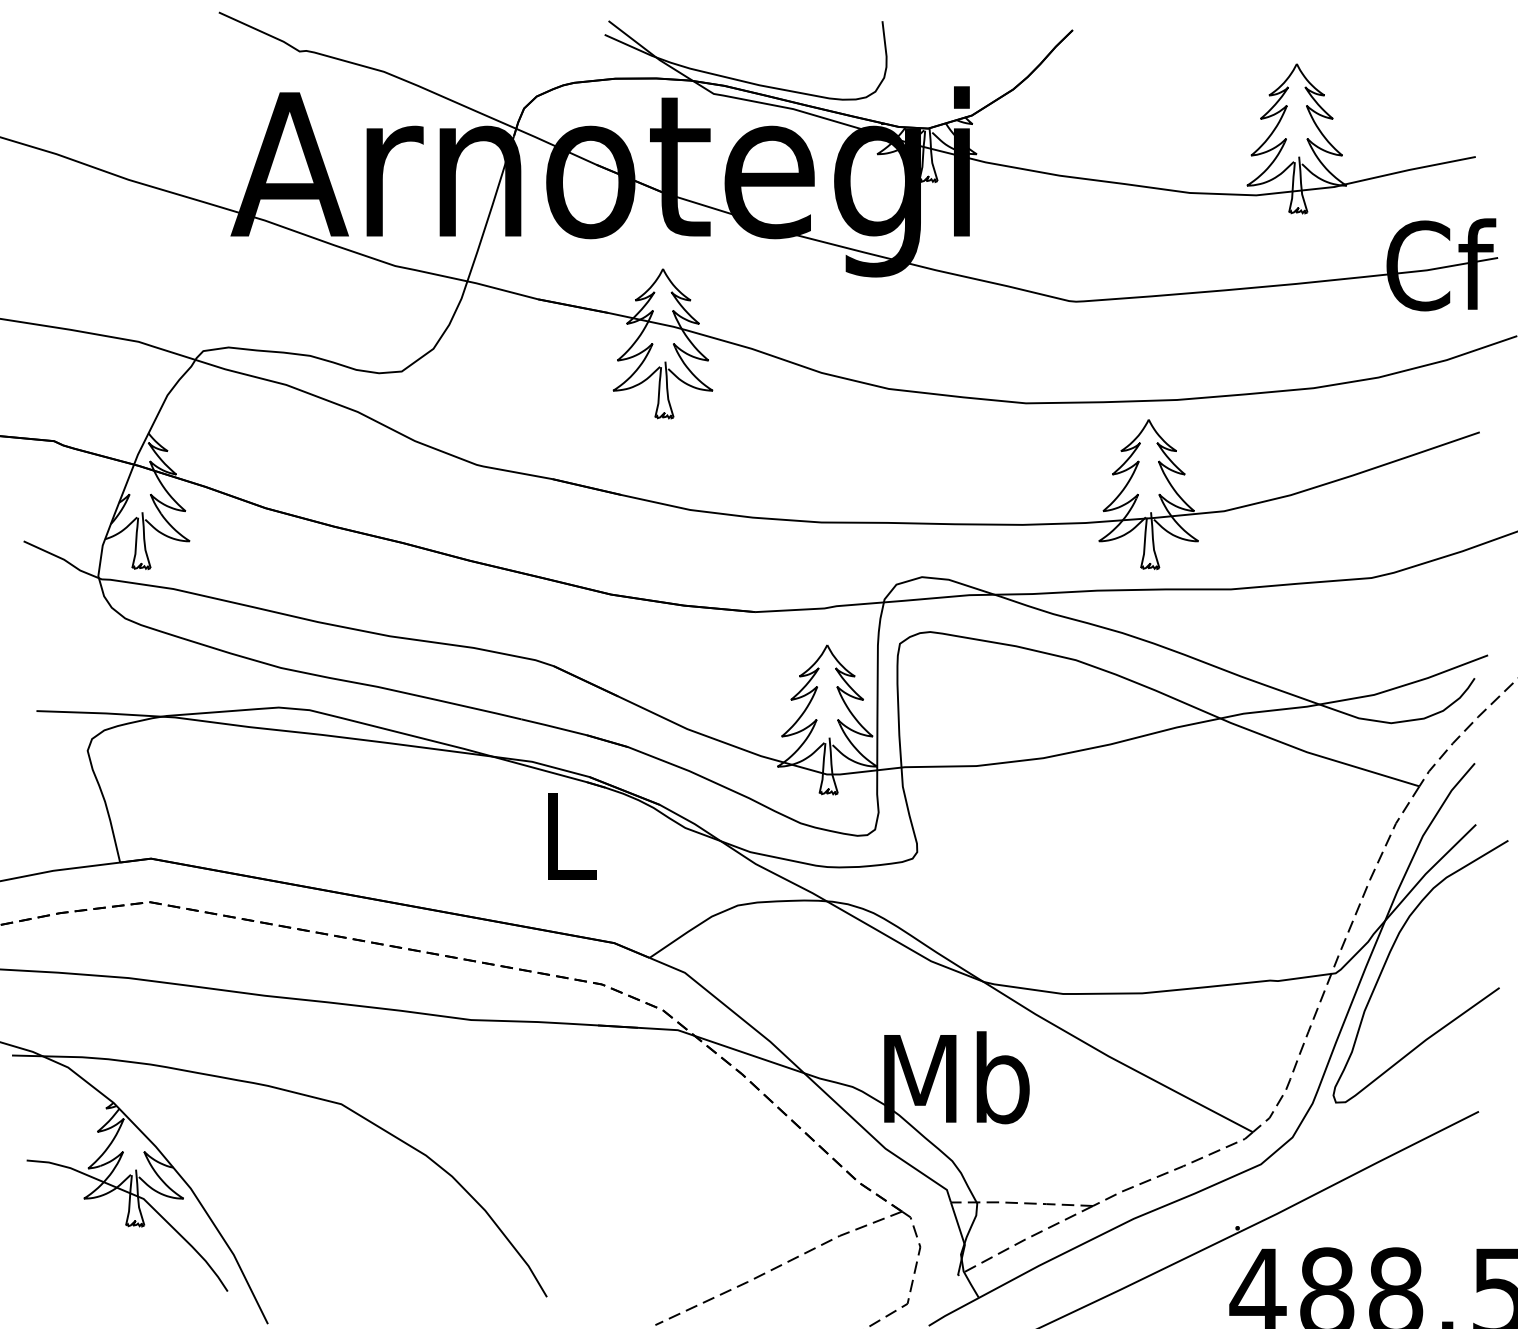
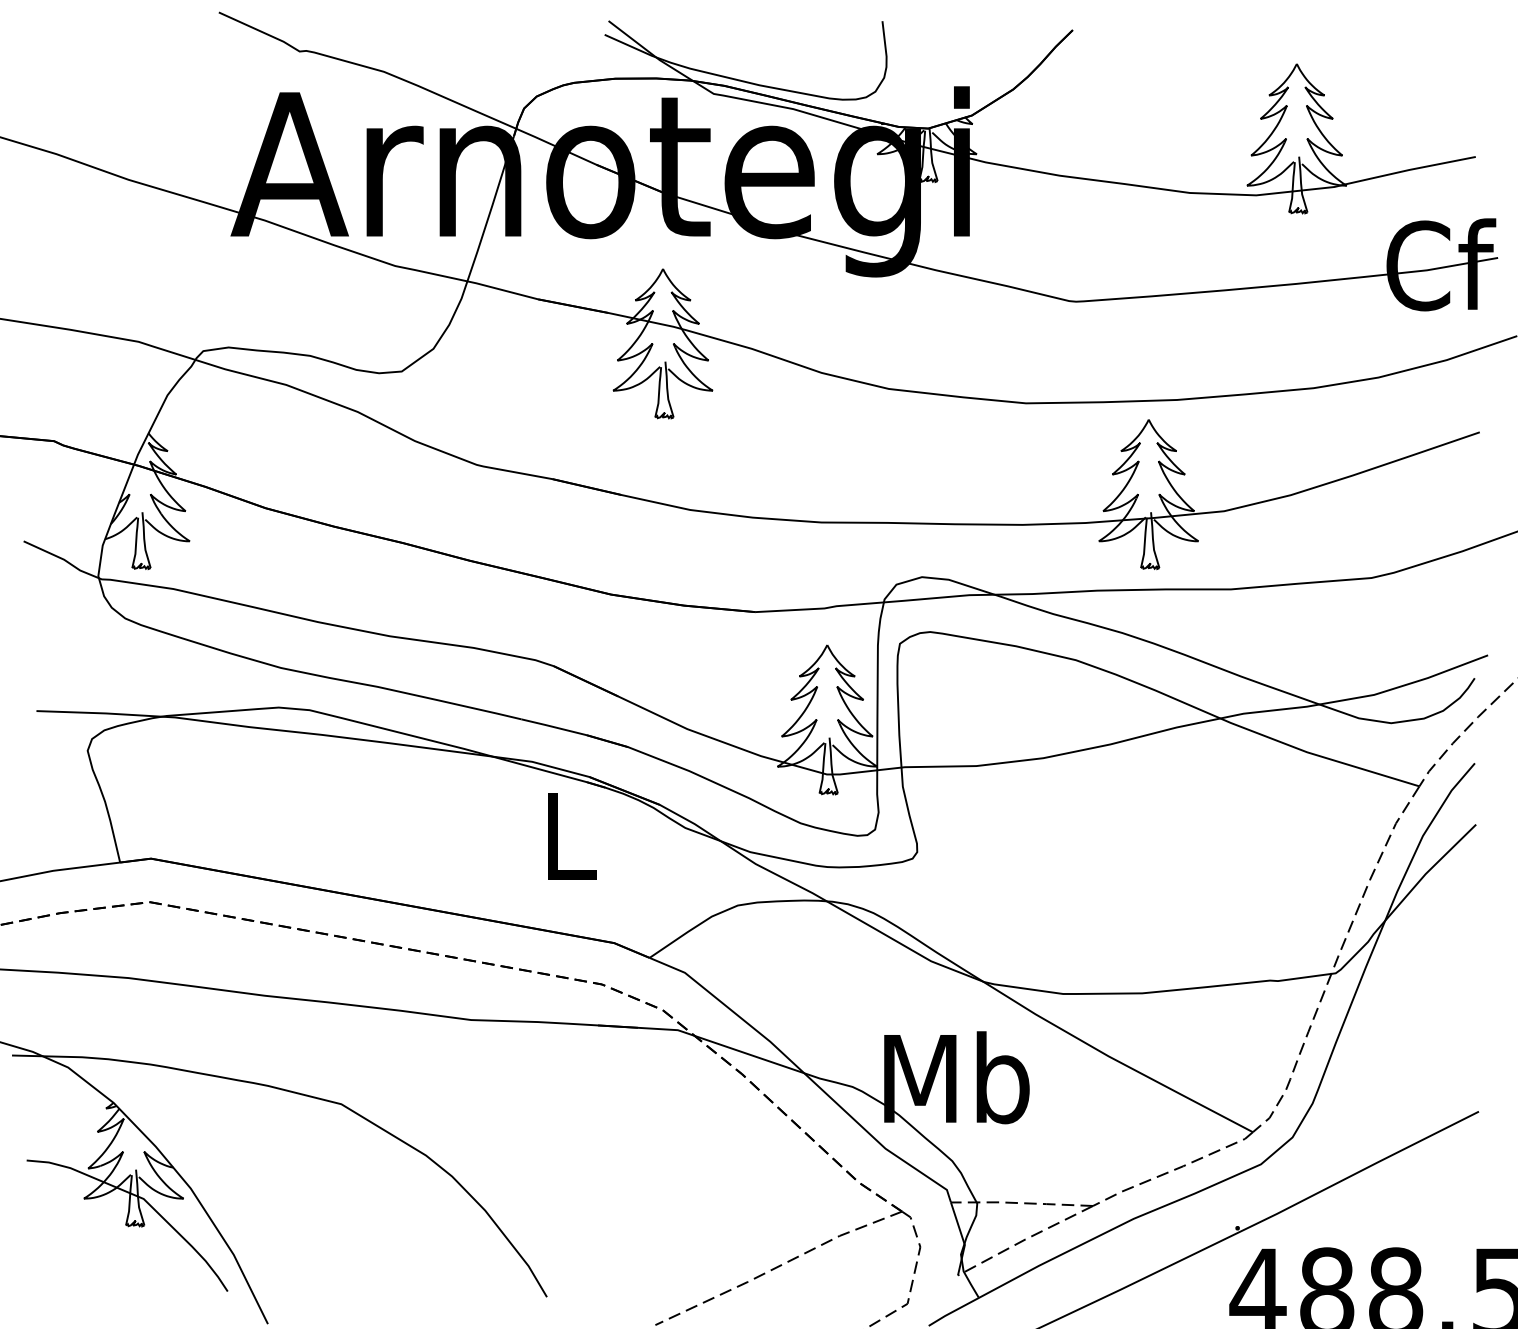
curve at (1389, 956): present -> none
